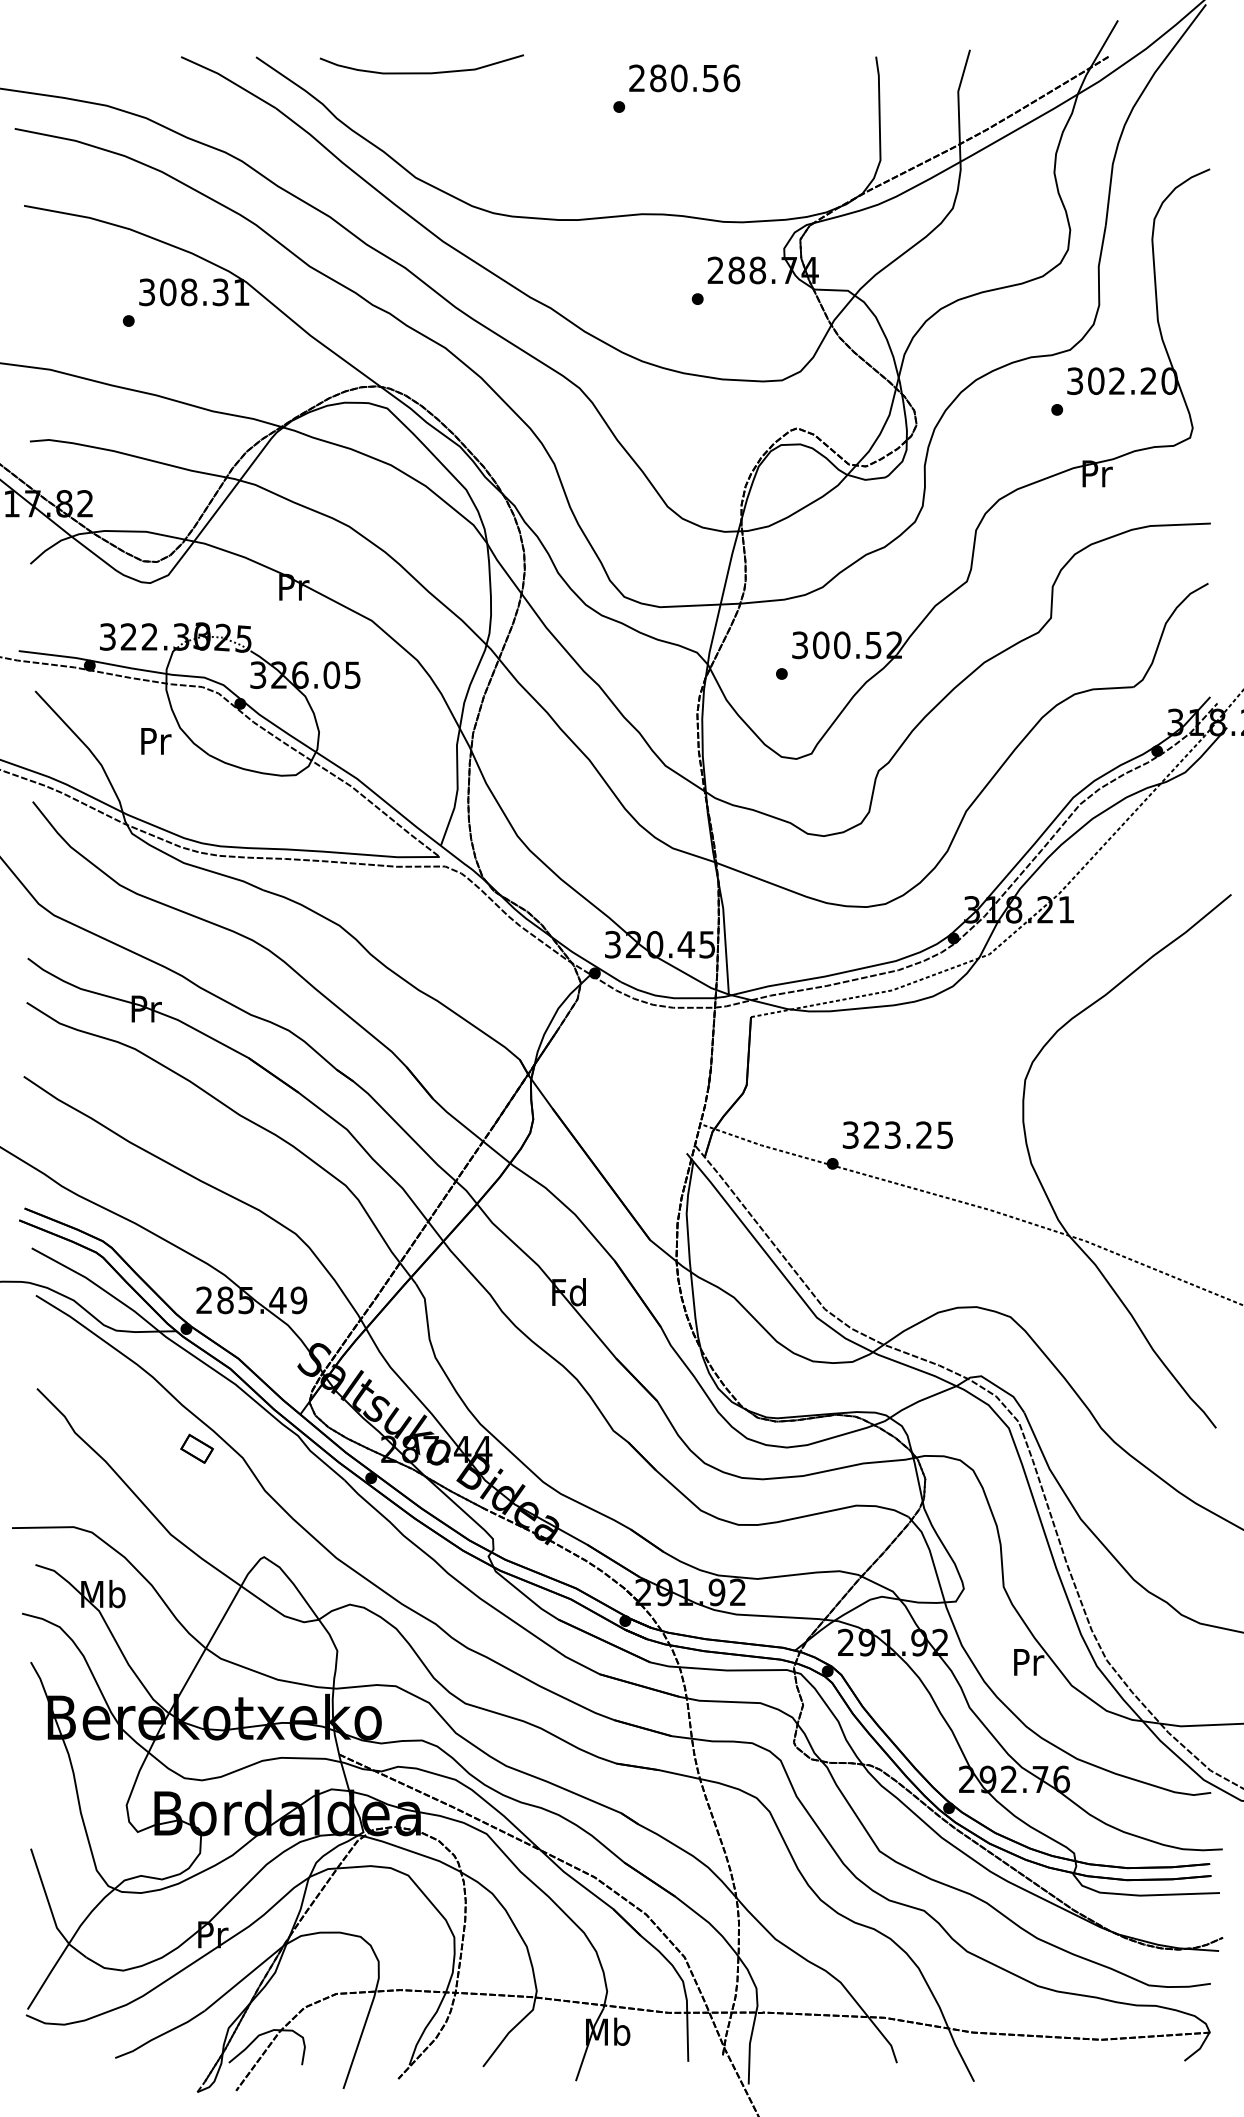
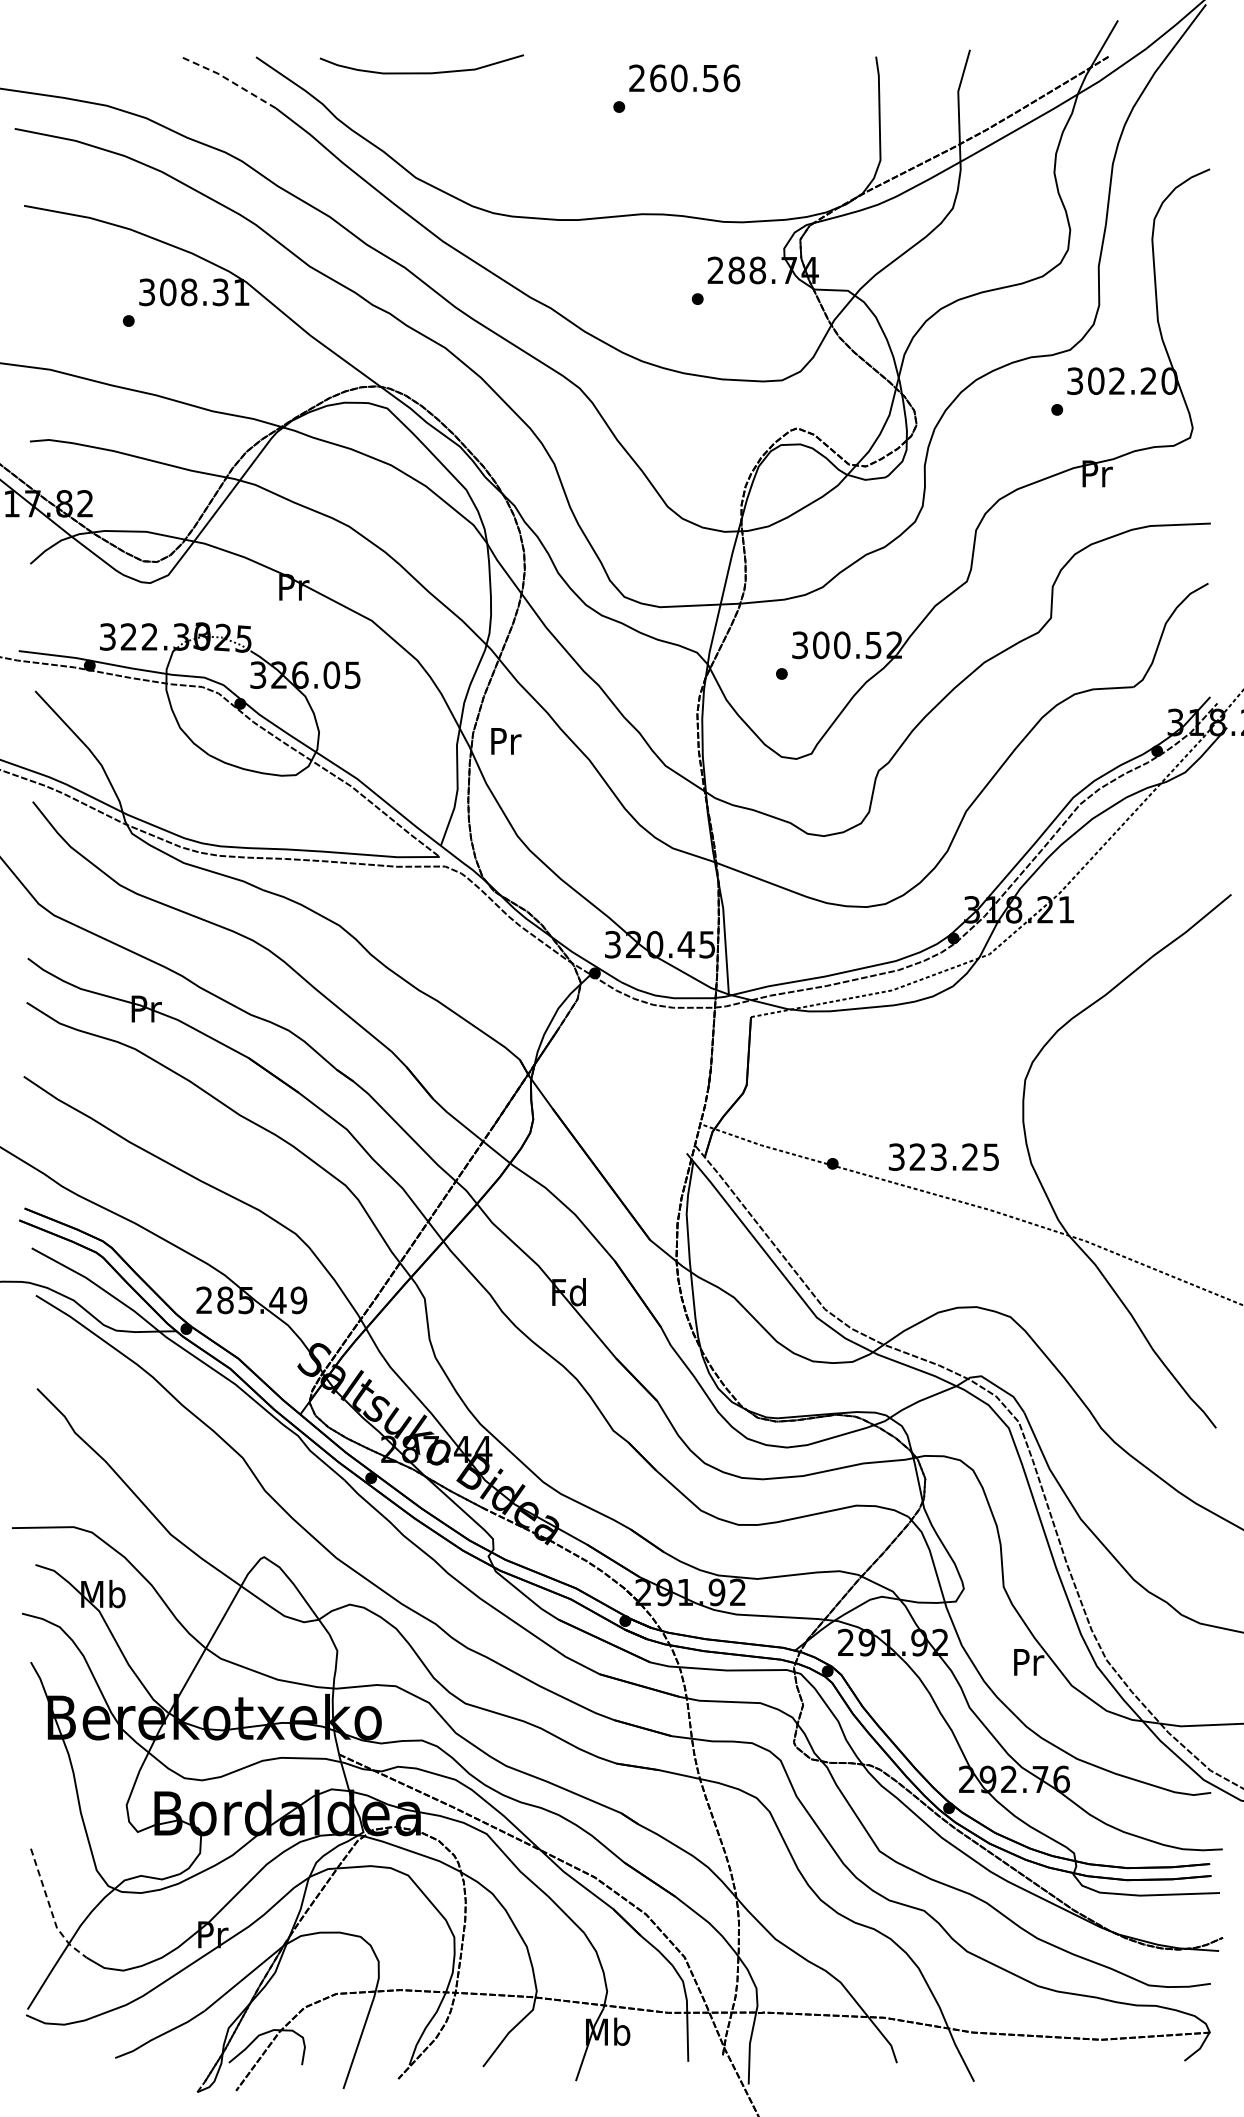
text at (658, 78): 280.56 -> 260.56
line at (229, 80): solid -> dashed
text at (156, 741) position: (156, 741) -> (506, 741)
text at (897, 1134) position: (897, 1134) -> (943, 1156)
part at (196, 1448): present -> none
line at (51, 1910): solid -> dashed
